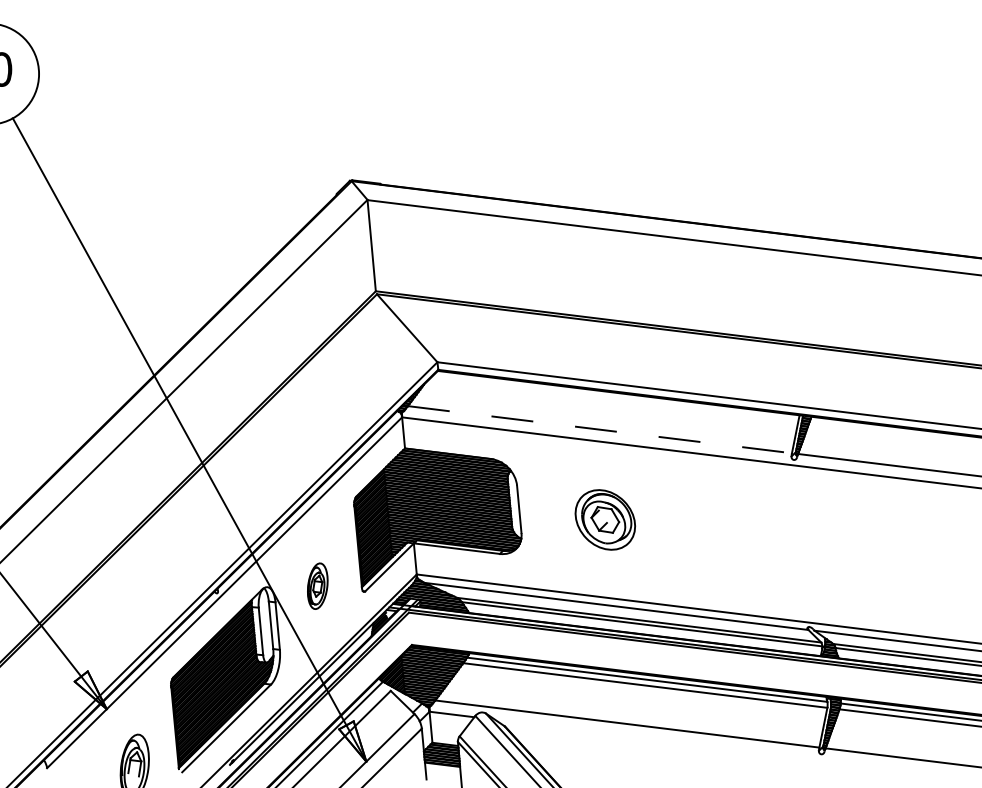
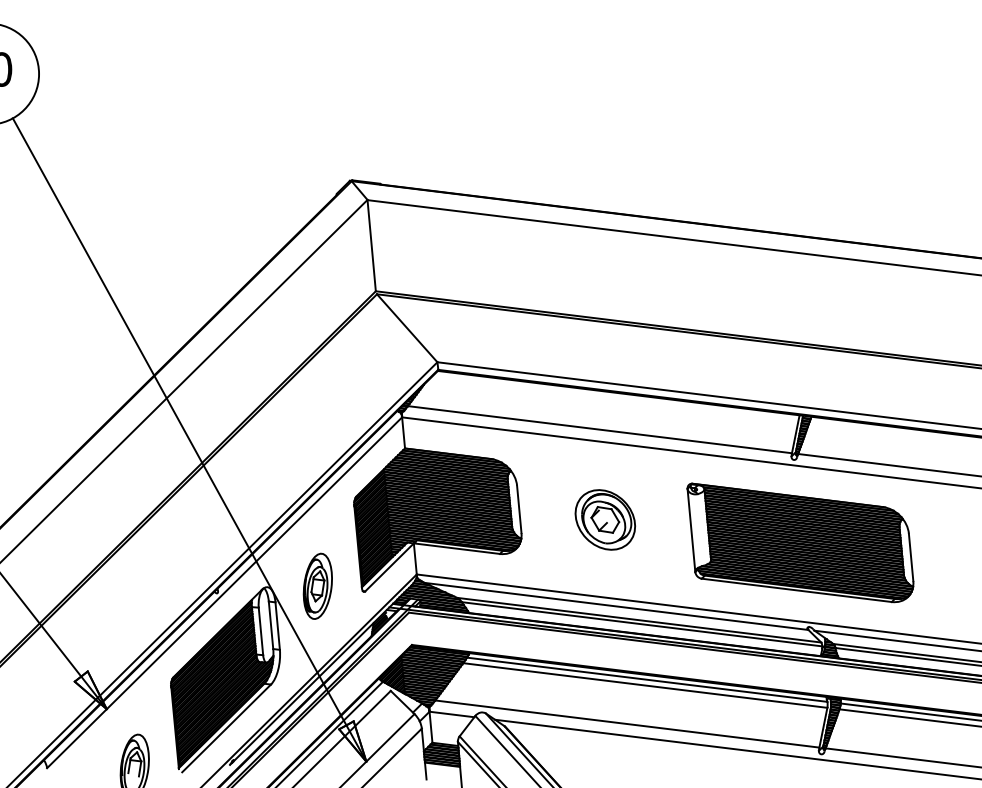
line at (600, 429): dashed -> solid
part at (800, 542): none -> present
part at (317, 585) size: 22x48 px -> 31x68 px
line at (736, 749): none -> present
